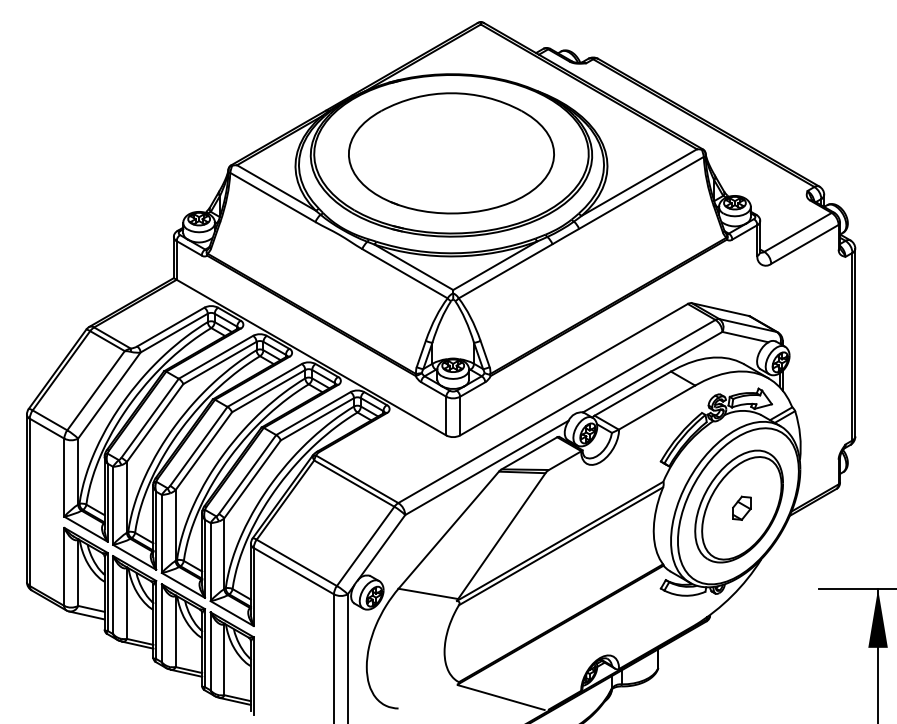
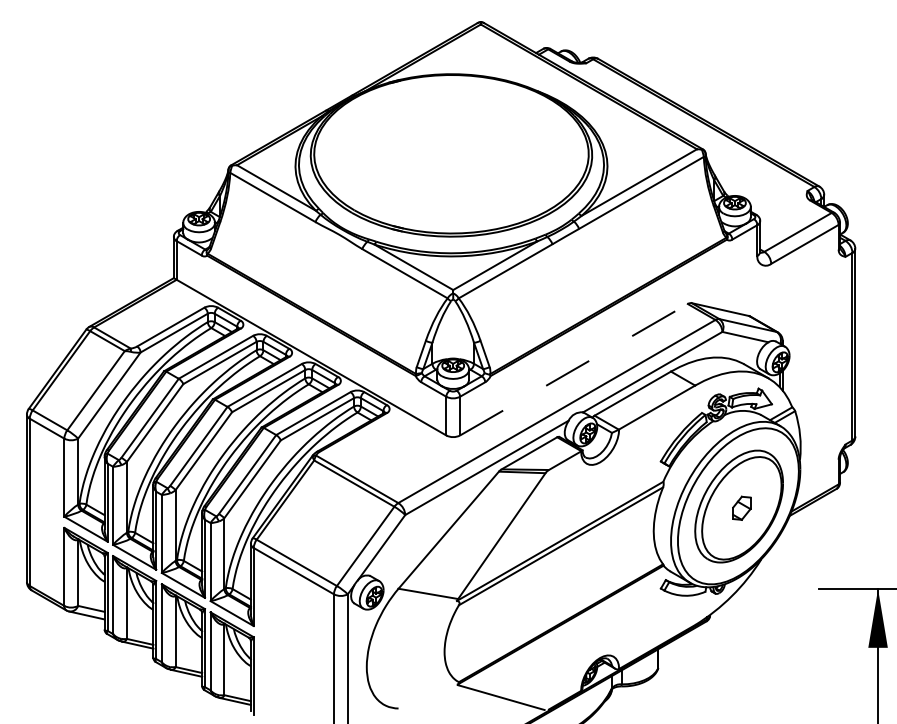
part at (451, 153): present -> none
line at (574, 369): solid -> dashed
